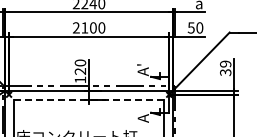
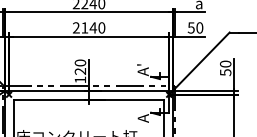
text at (93, 27): 2100 -> 2140
text at (225, 67): 39 -> 50
line at (89, 99): dashed -> solid
